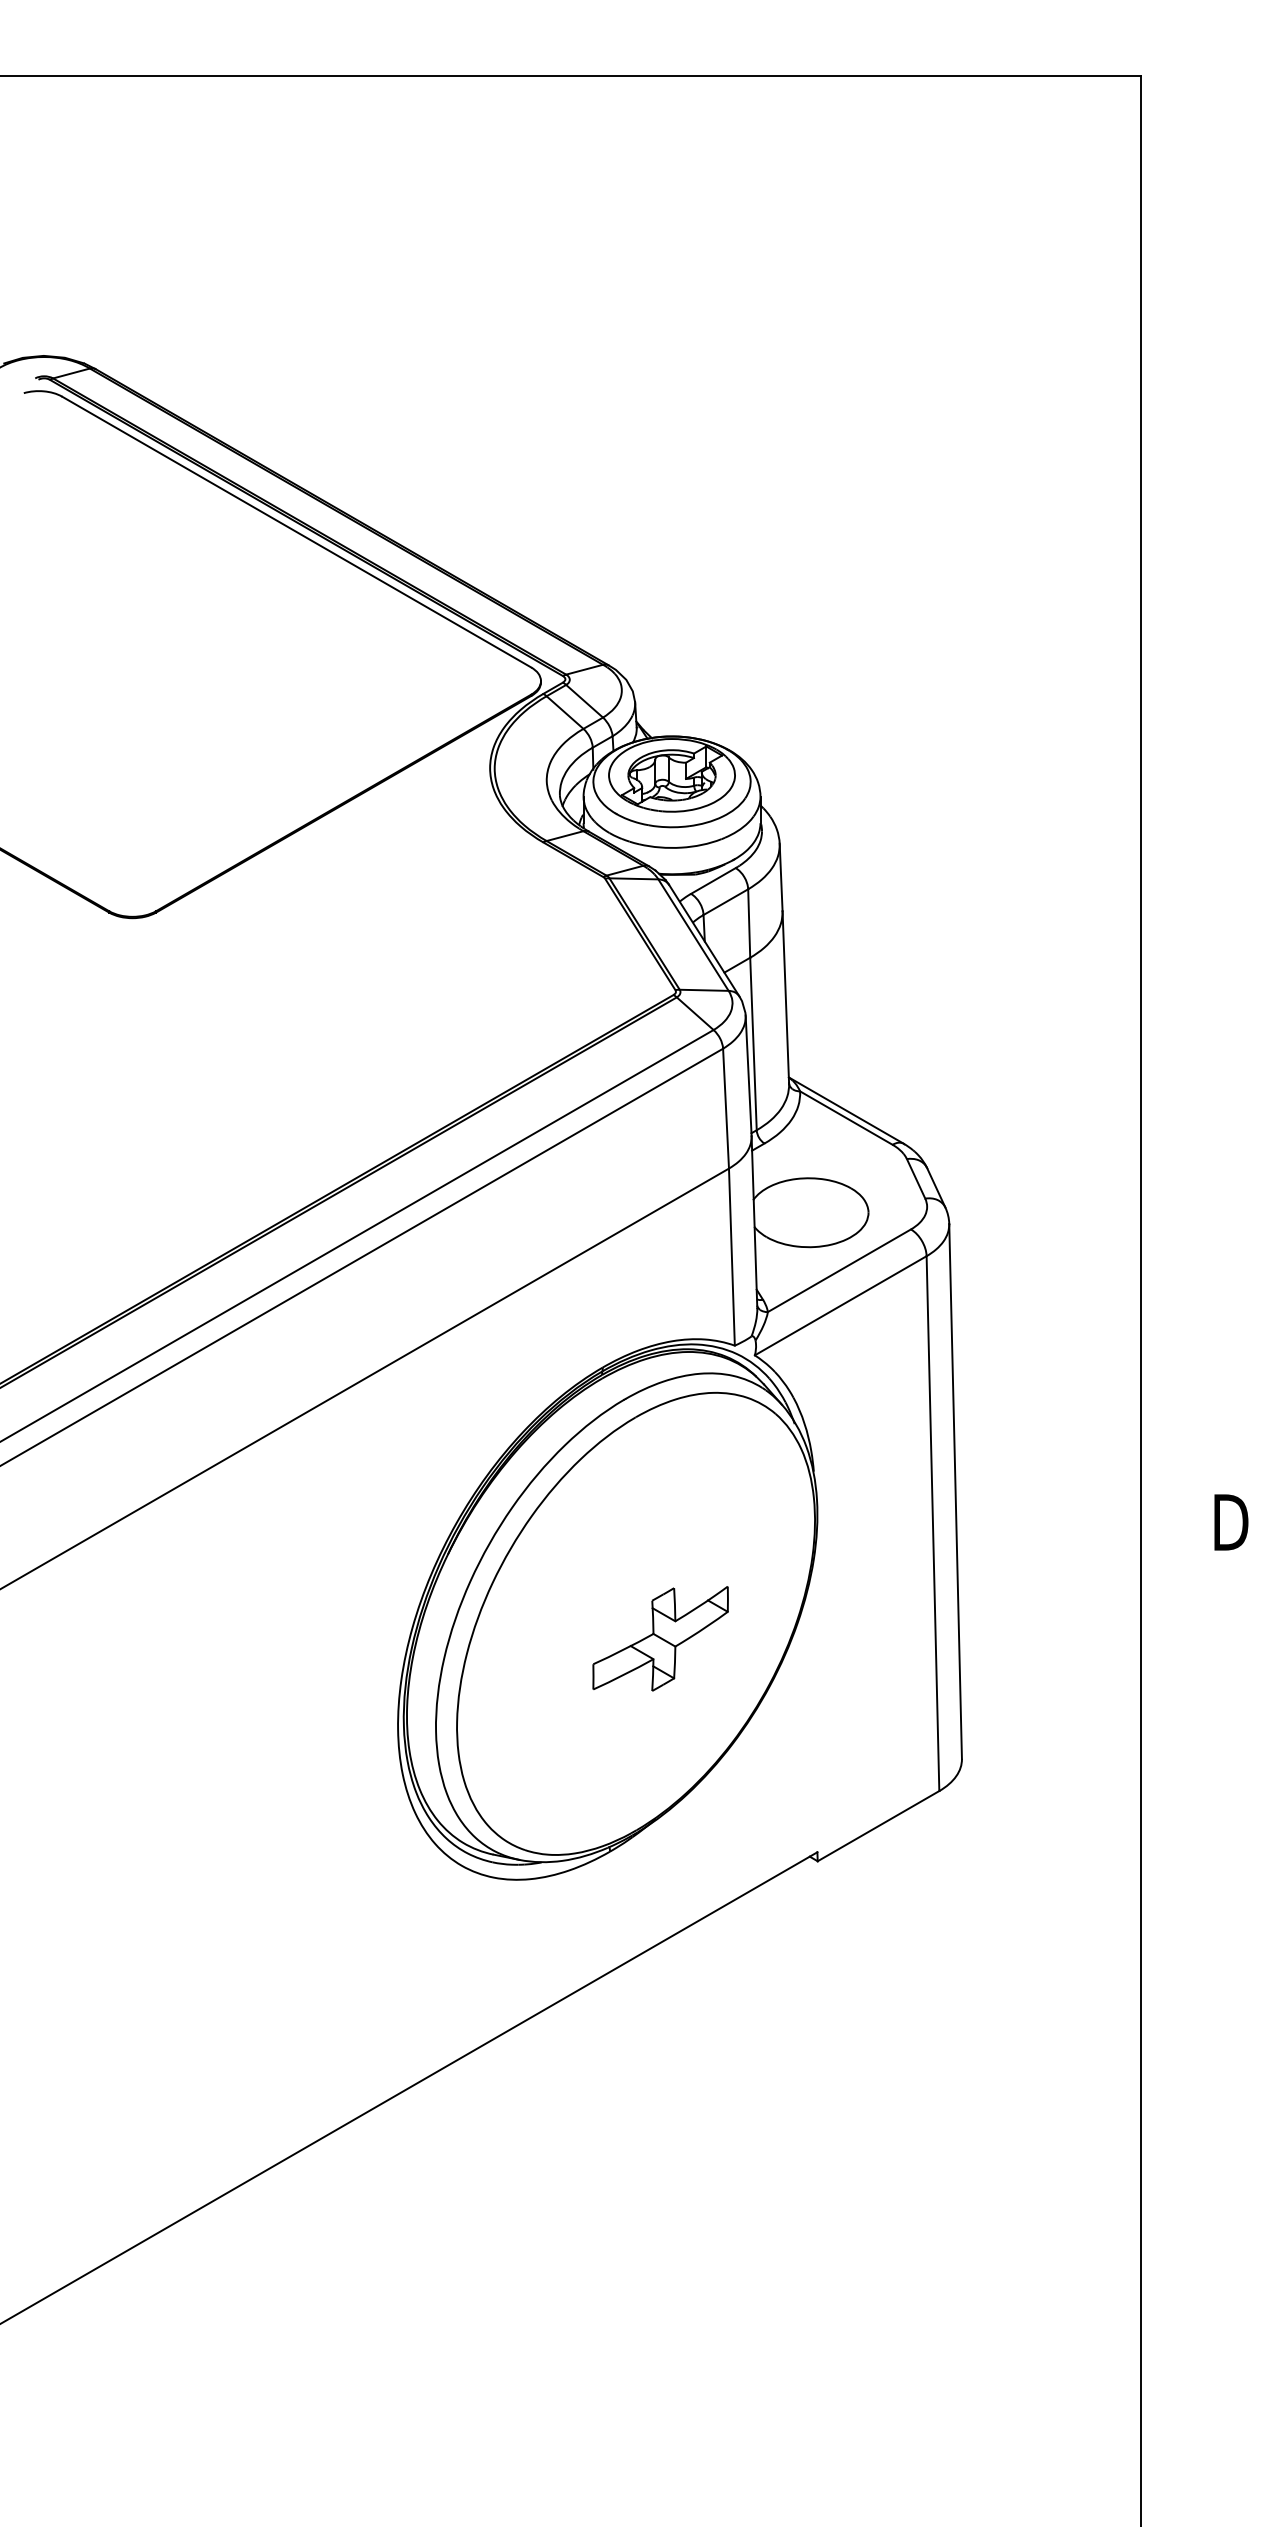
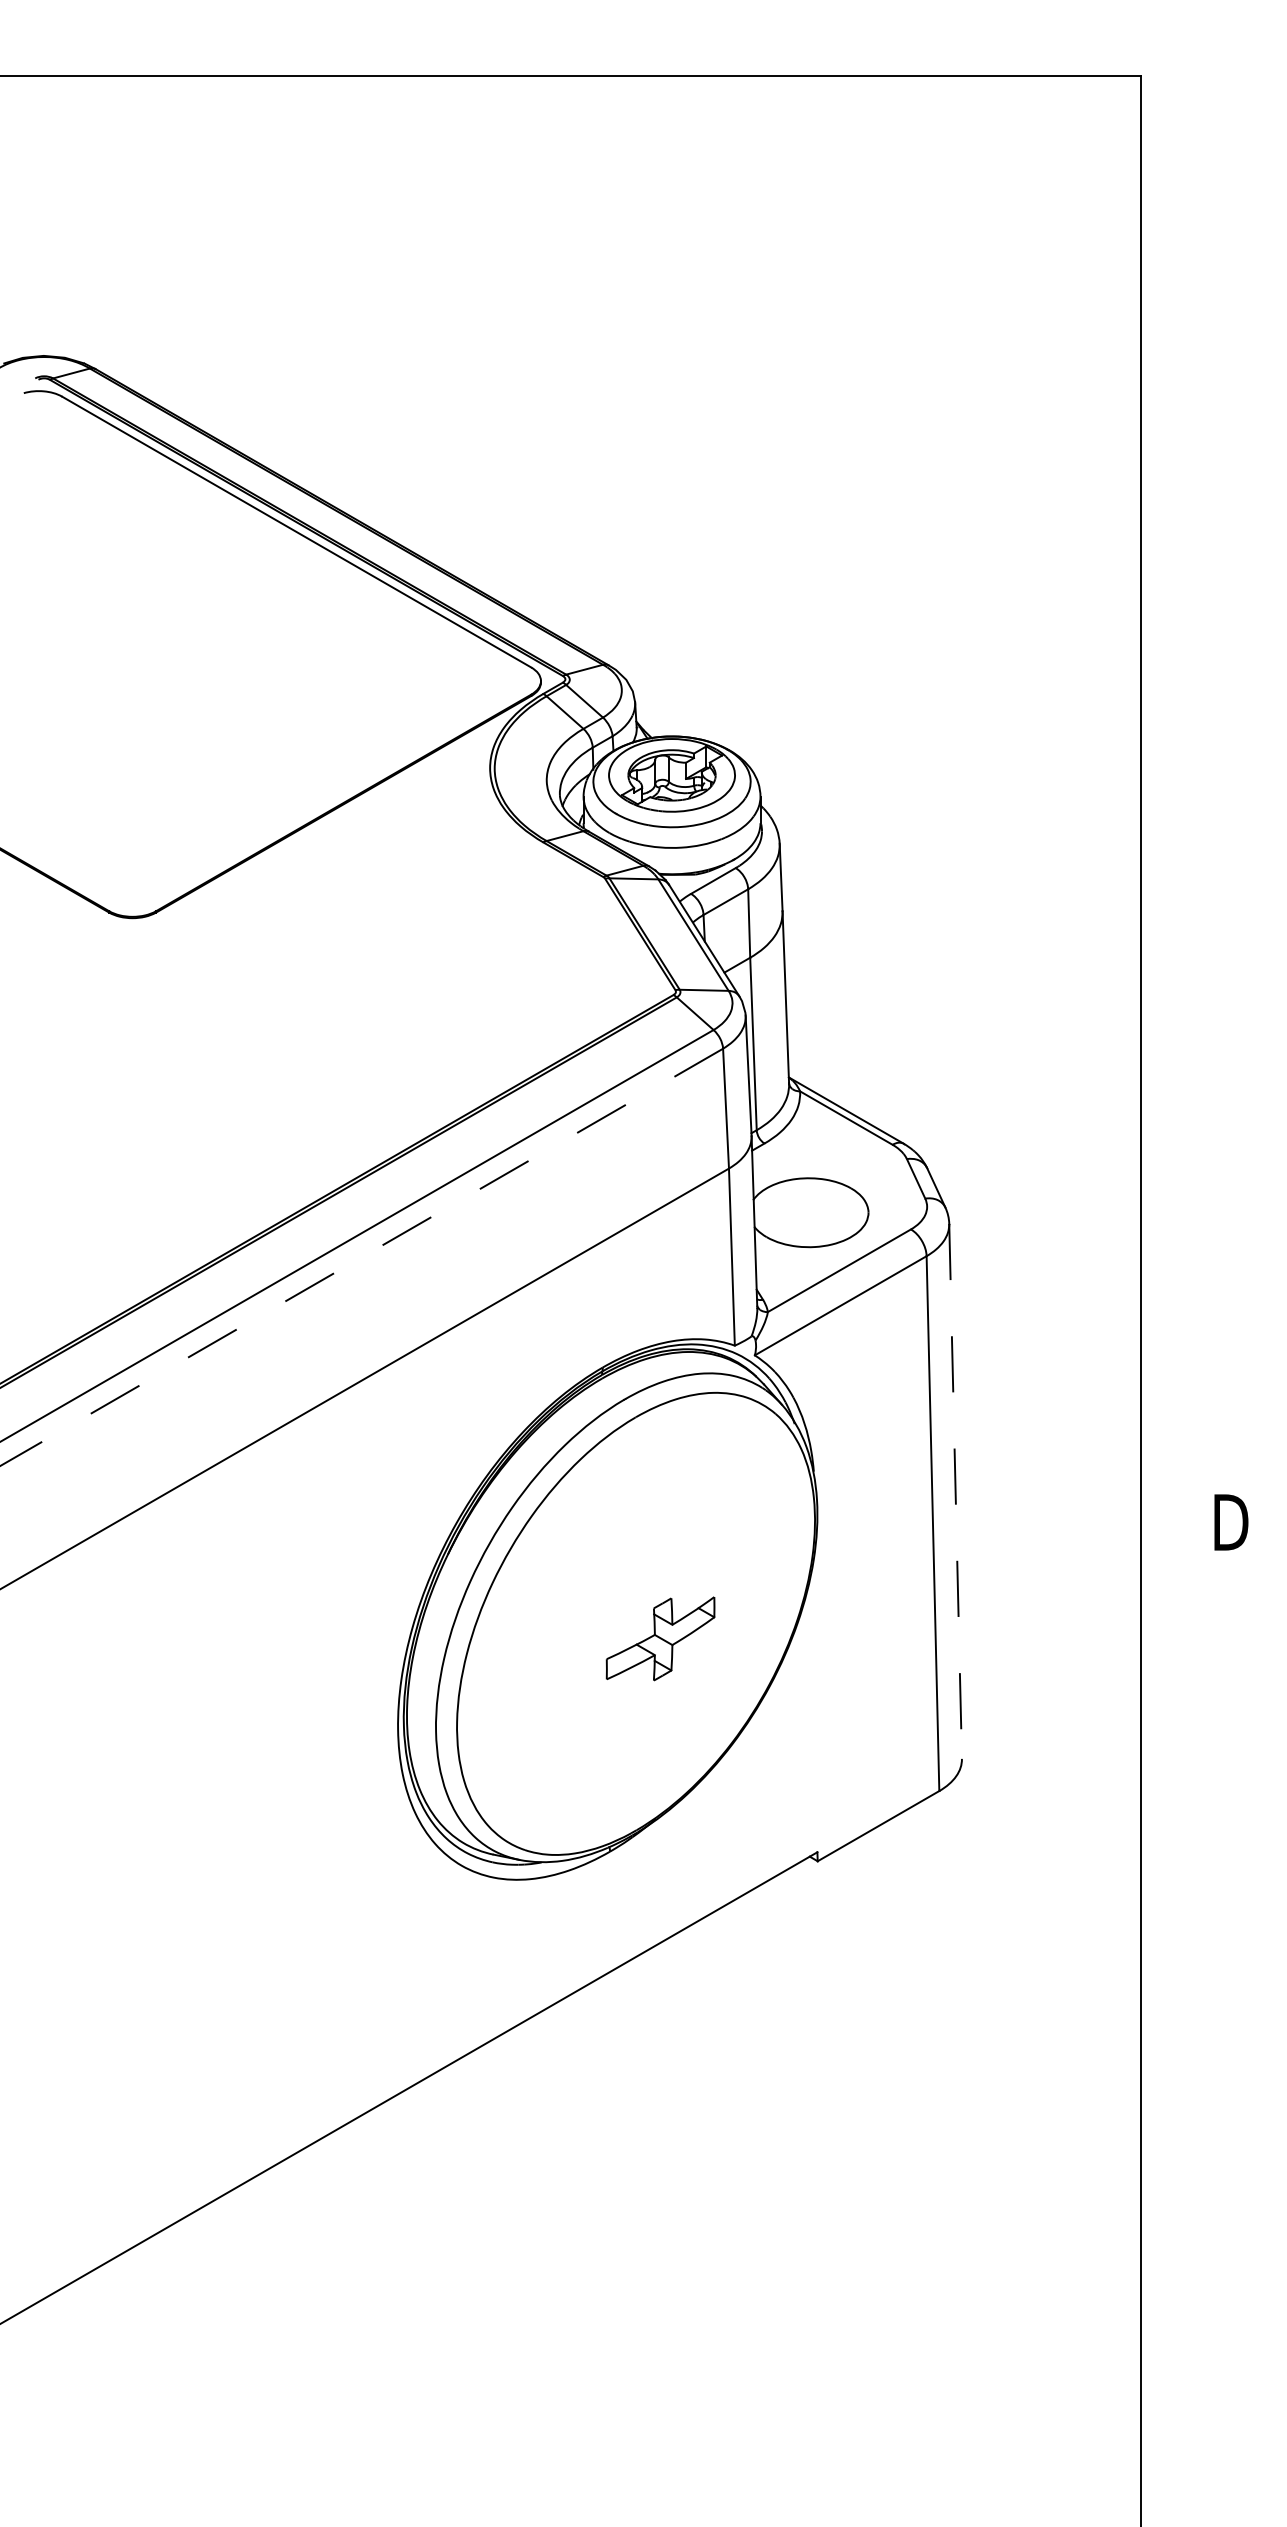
line at (361, 1257): solid -> dashed
line at (955, 1491): solid -> dashed
part at (660, 1638) size: 137x106 px -> 111x86 px
